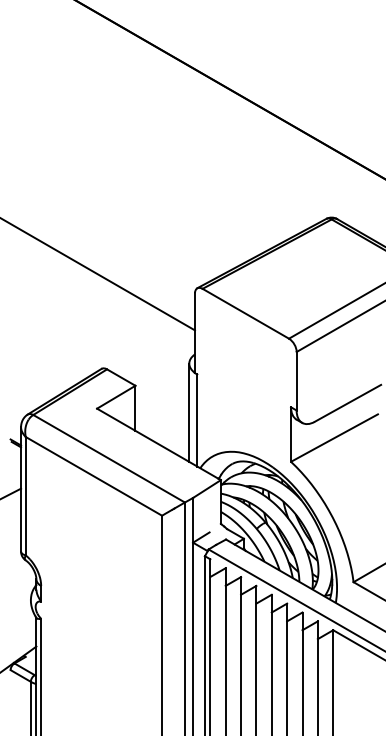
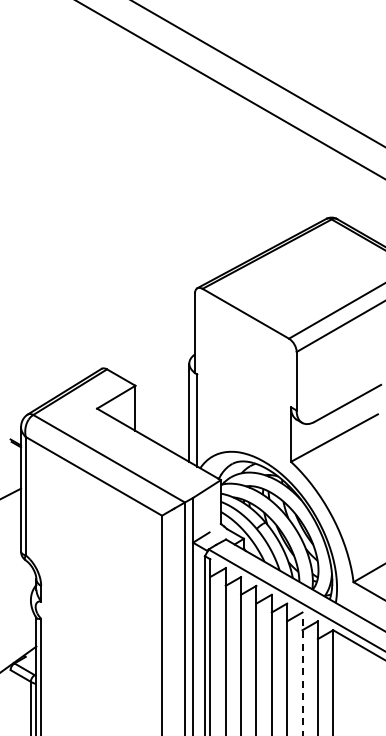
line at (230, 89) position: (230, 89) -> (258, 73)
line at (98, 274): present -> none
line at (302, 673): solid -> dashed
